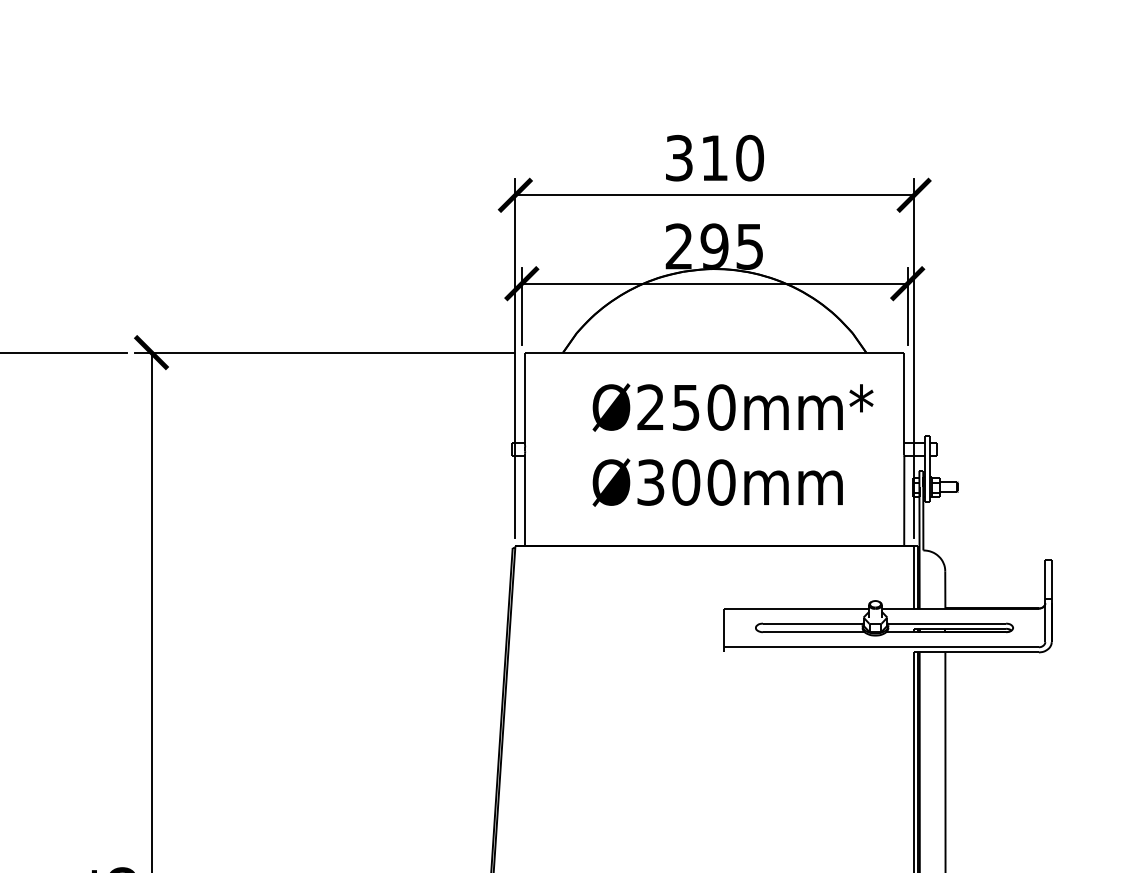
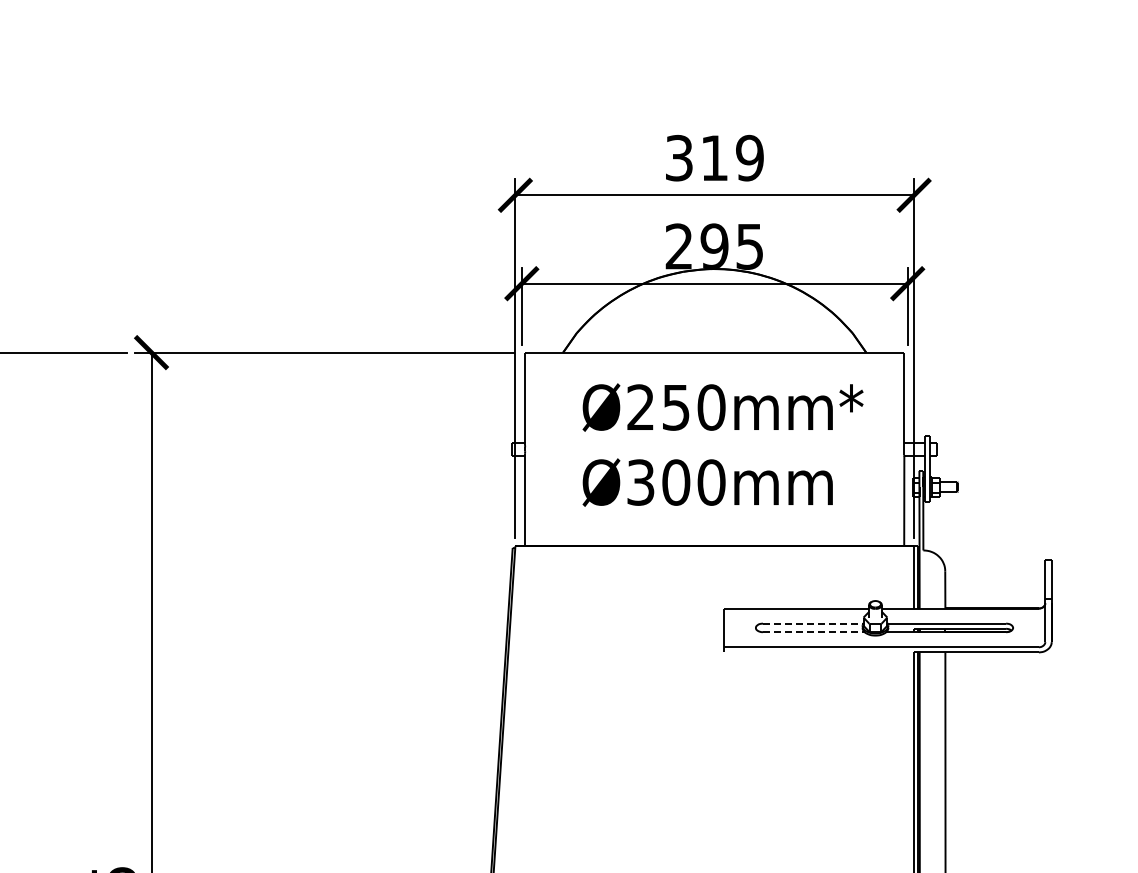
text at (749, 158): 310 -> 319
text at (732, 444) position: (732, 444) -> (722, 444)
line at (813, 623): solid -> dashed
line at (813, 632): solid -> dashed
